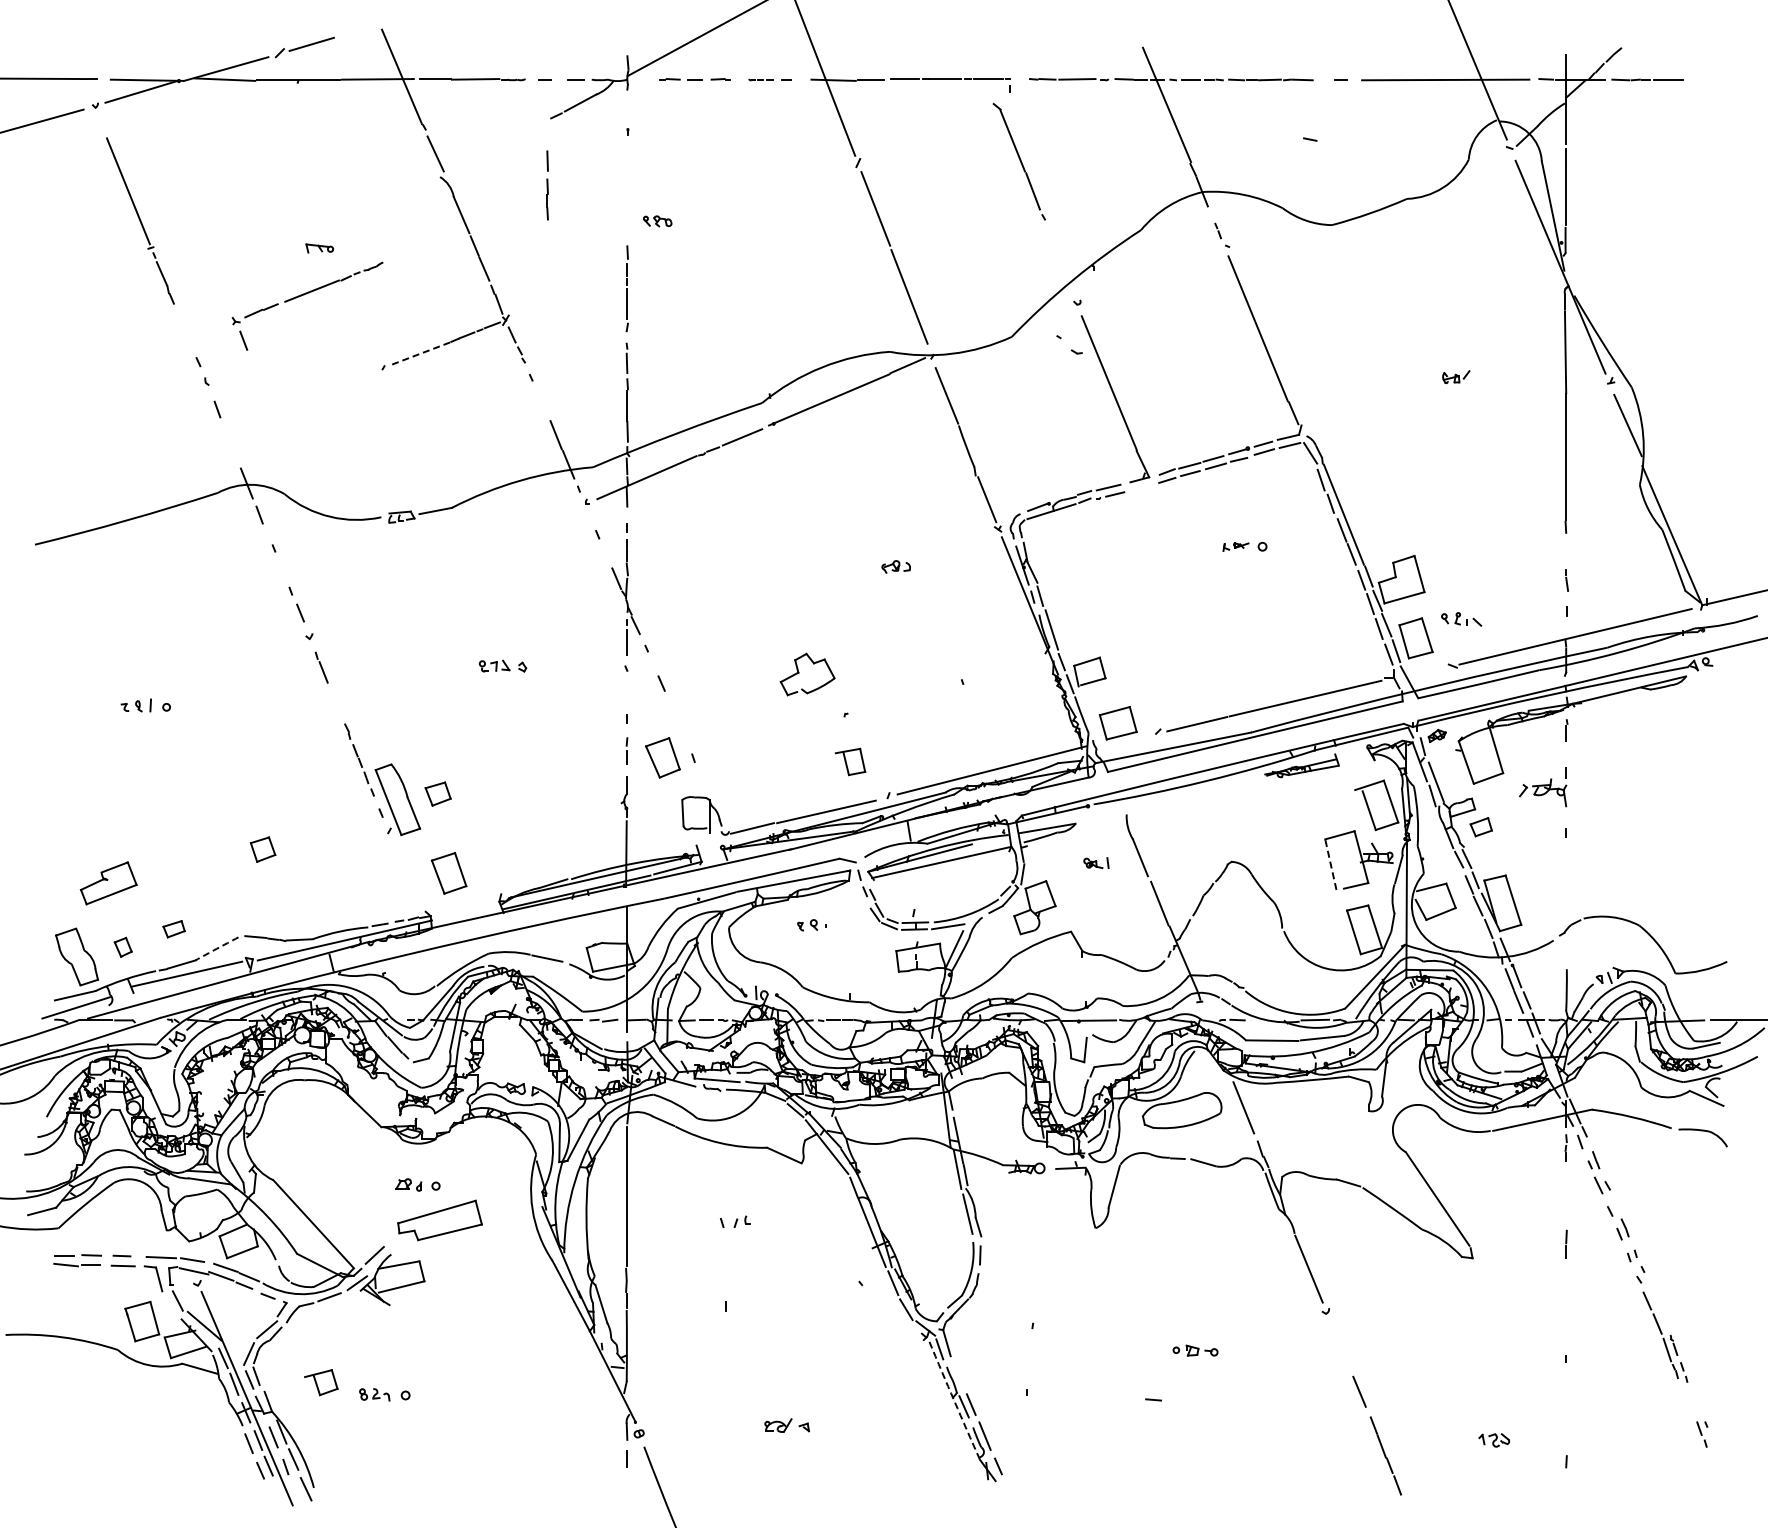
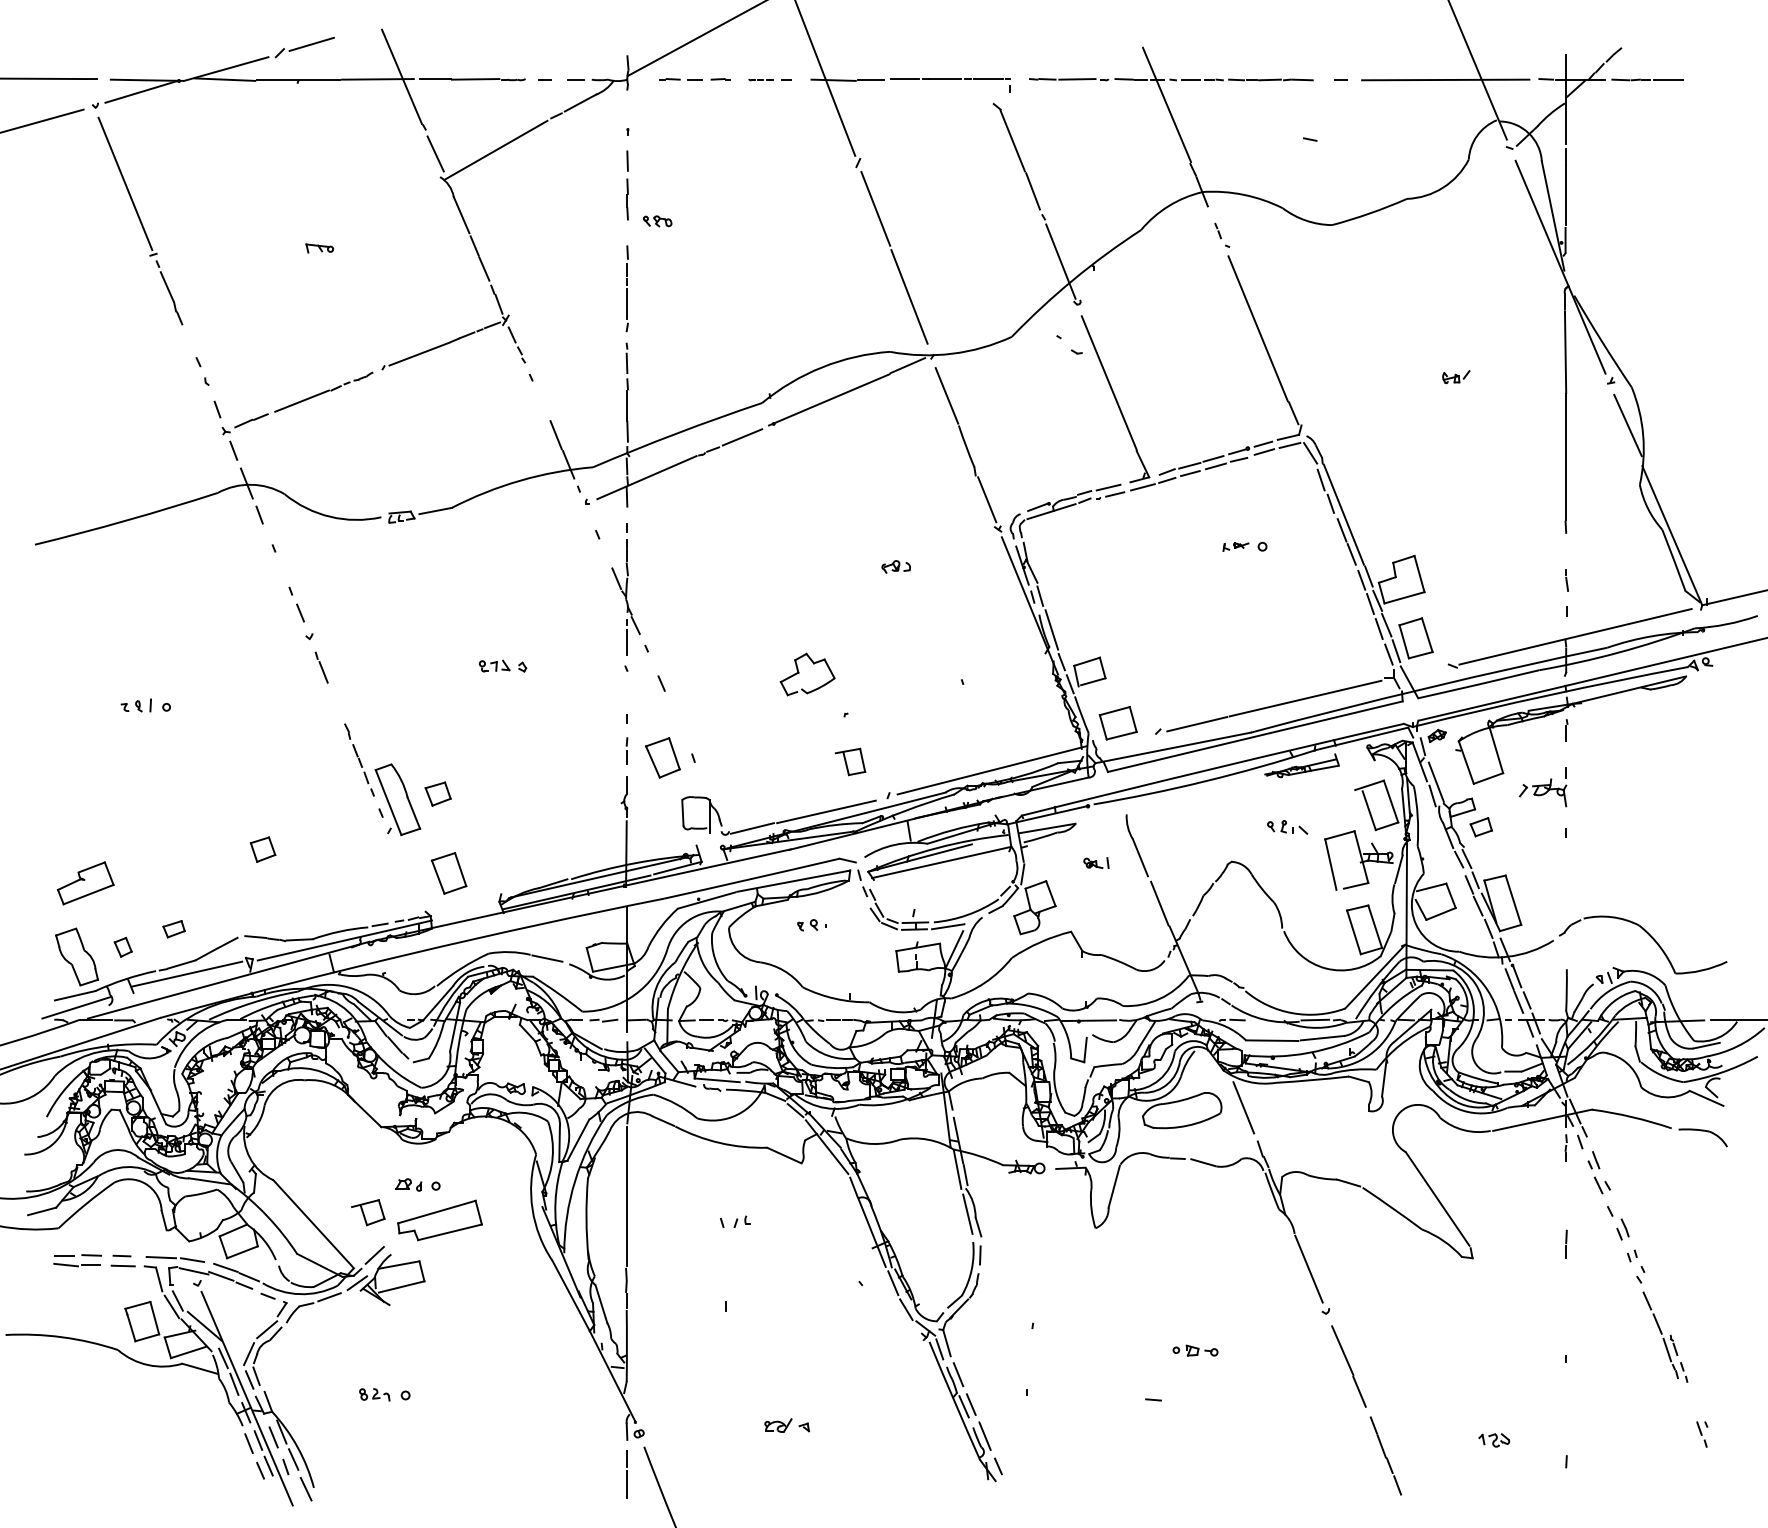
line at (496, 149): none -> present
line at (547, 185) position: (547, 185) -> (627, 185)
part at (140, 220) size: 69x168 px -> 87x210 px
line at (1060, 261): none -> present
part at (304, 295) position: (304, 295) -> (294, 405)
line at (419, 354): dashed -> solid
line at (1142, 487): none -> present
part at (1461, 619) position: (1461, 619) -> (1287, 827)
line at (1330, 864): dashed -> solid
part at (108, 883) position: (108, 883) -> (85, 883)
arc at (216, 948): dashed -> solid
line at (171, 1306): none -> present
line at (1342, 1350): none -> present
line at (958, 1374): none -> present
part at (321, 1382) position: (321, 1382) -> (368, 1212)
arc at (954, 1401): dashed -> solid
line at (626, 1484): none -> present
